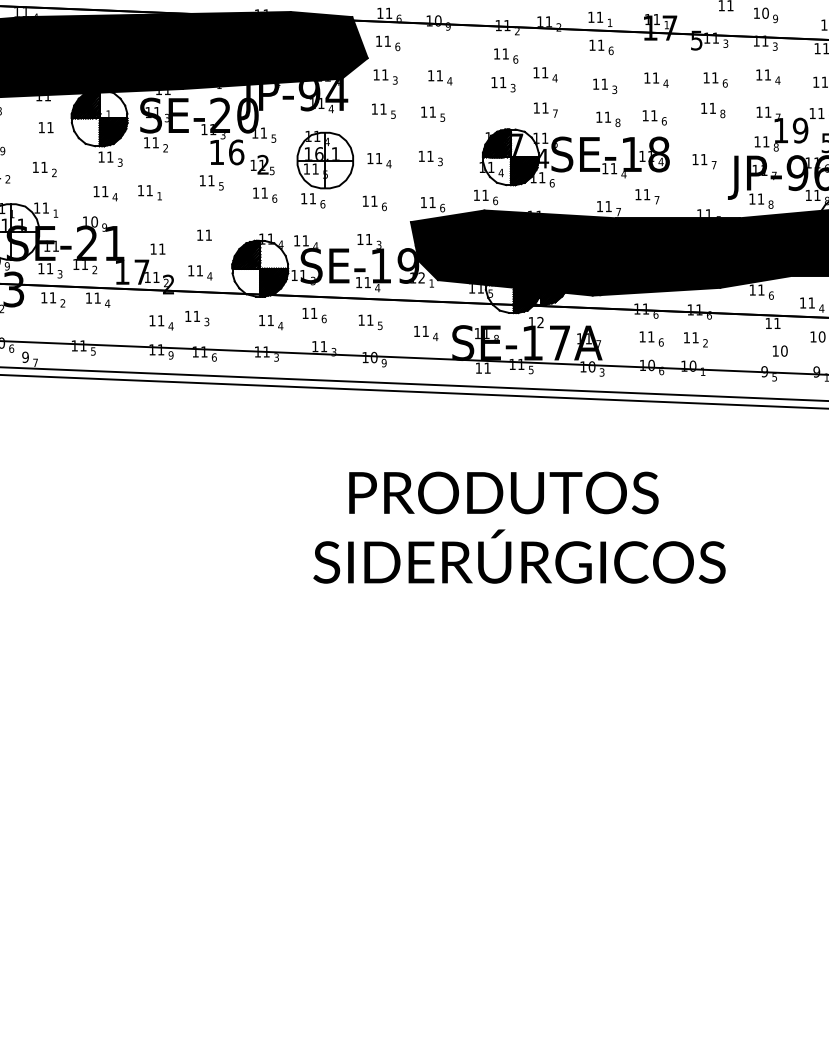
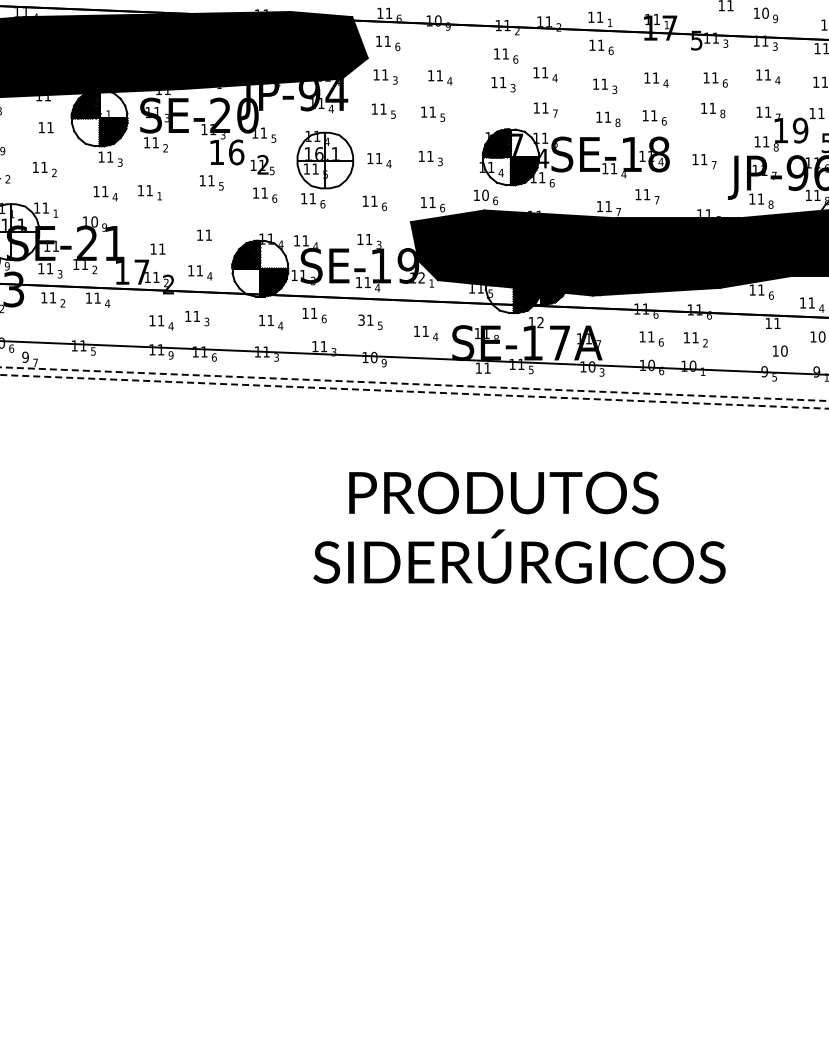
text at (485, 195): 11 -> 10
text at (361, 319): 11 -> 31
line at (413, 384): solid -> dashed
line at (414, 391): solid -> dashed
